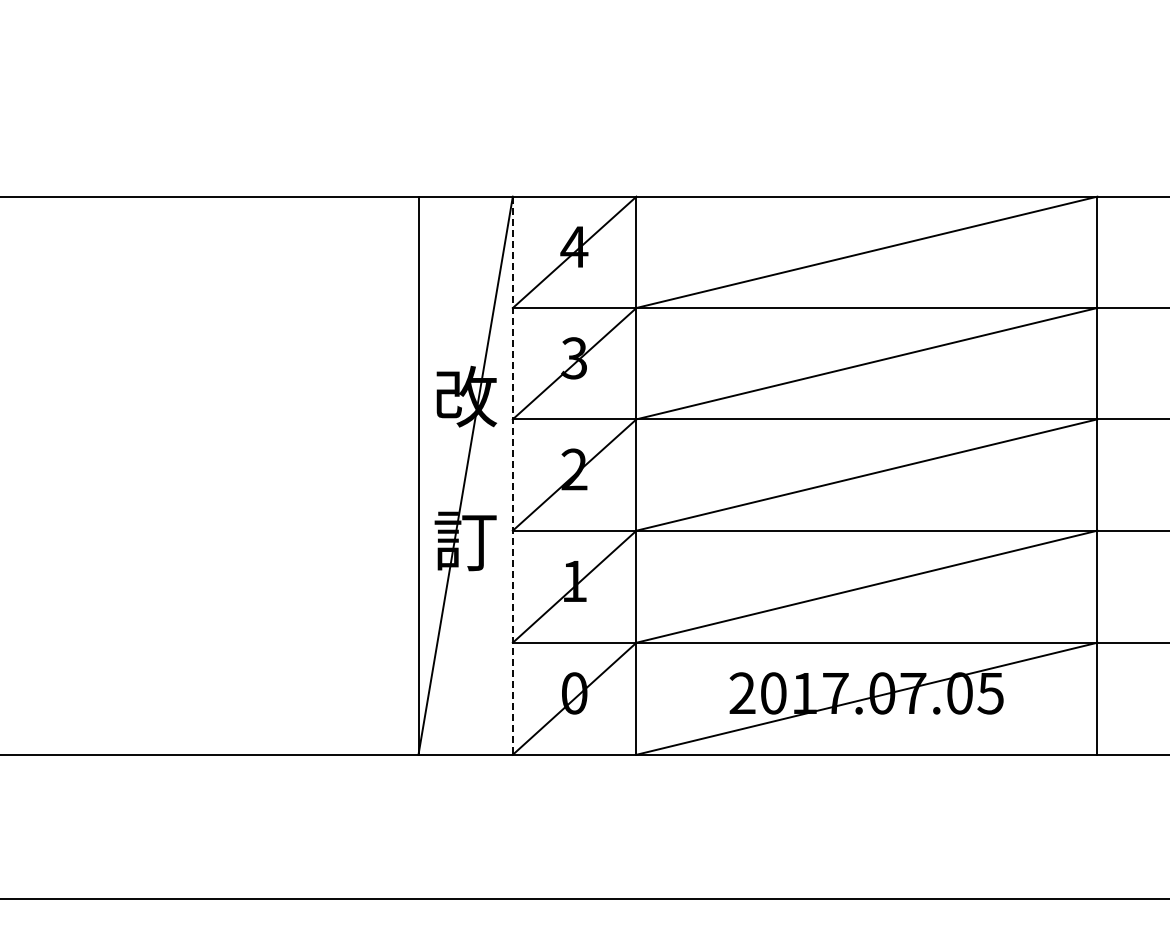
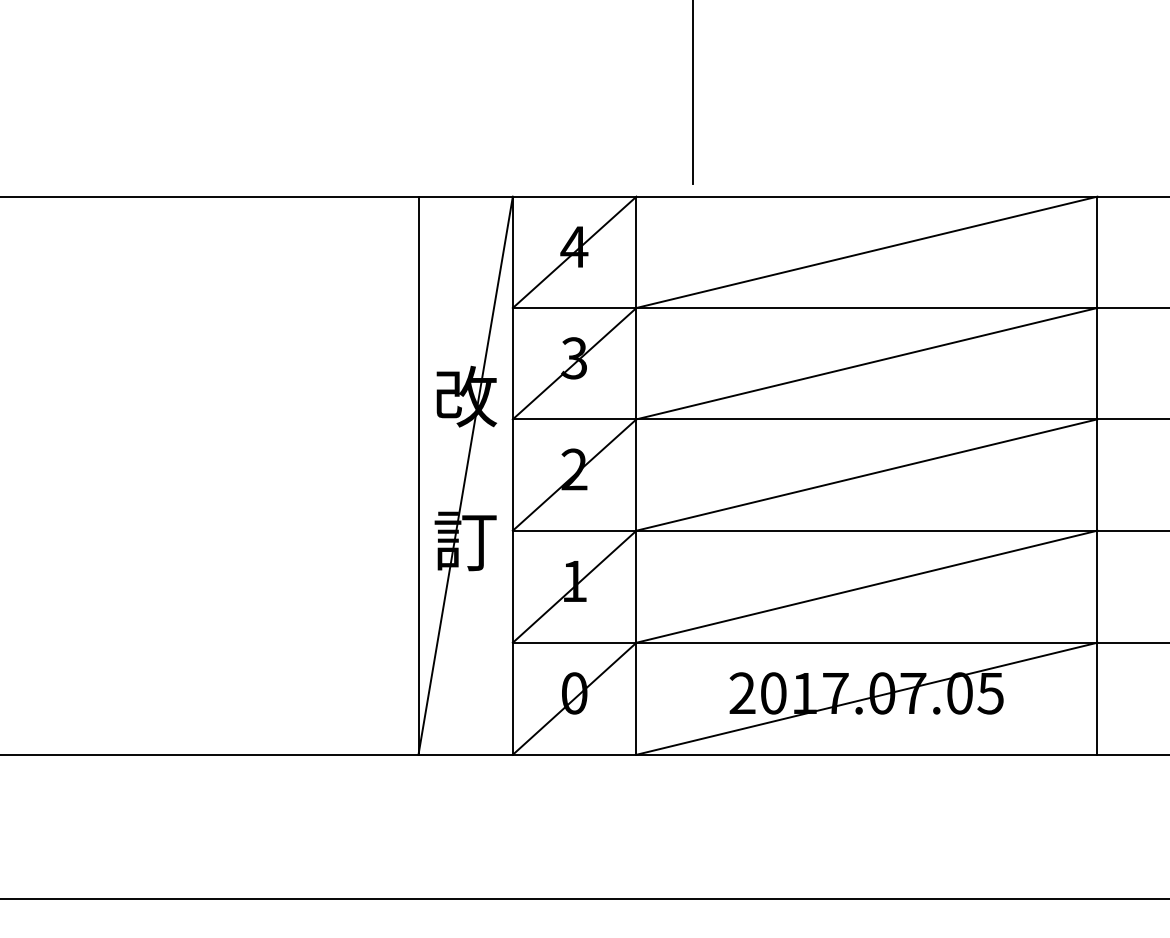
line at (693, 93): none -> present
line at (512, 476): dashed -> solid
